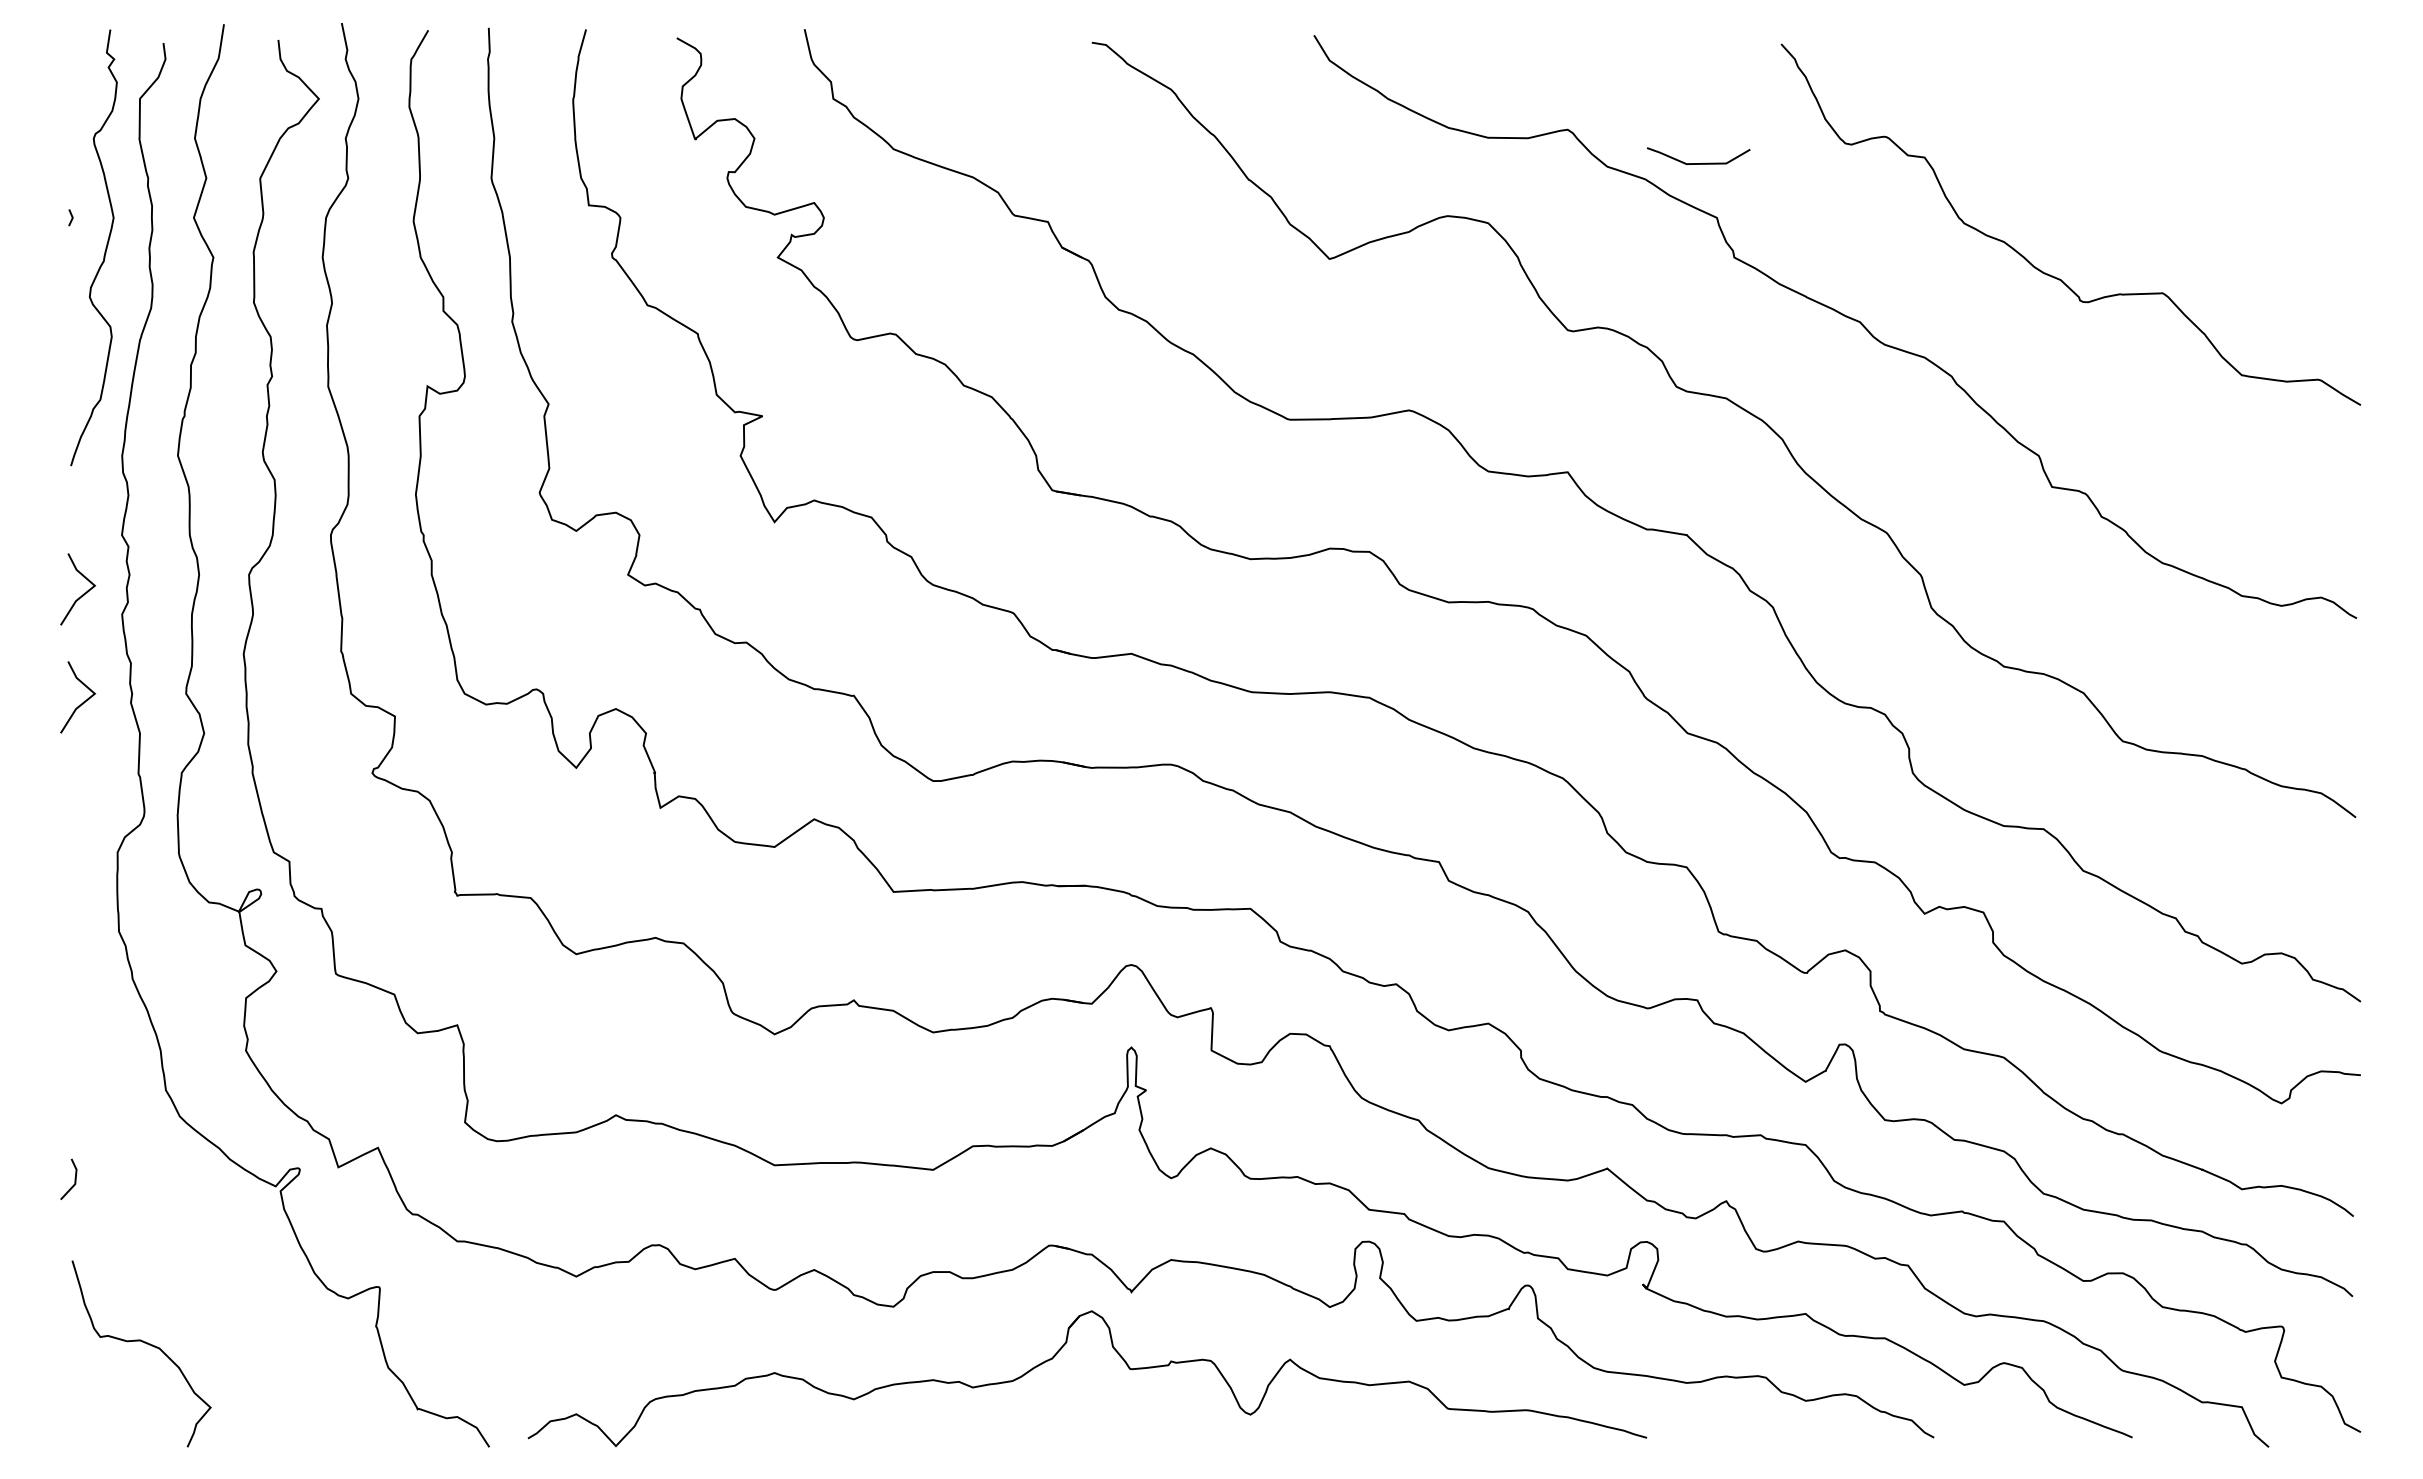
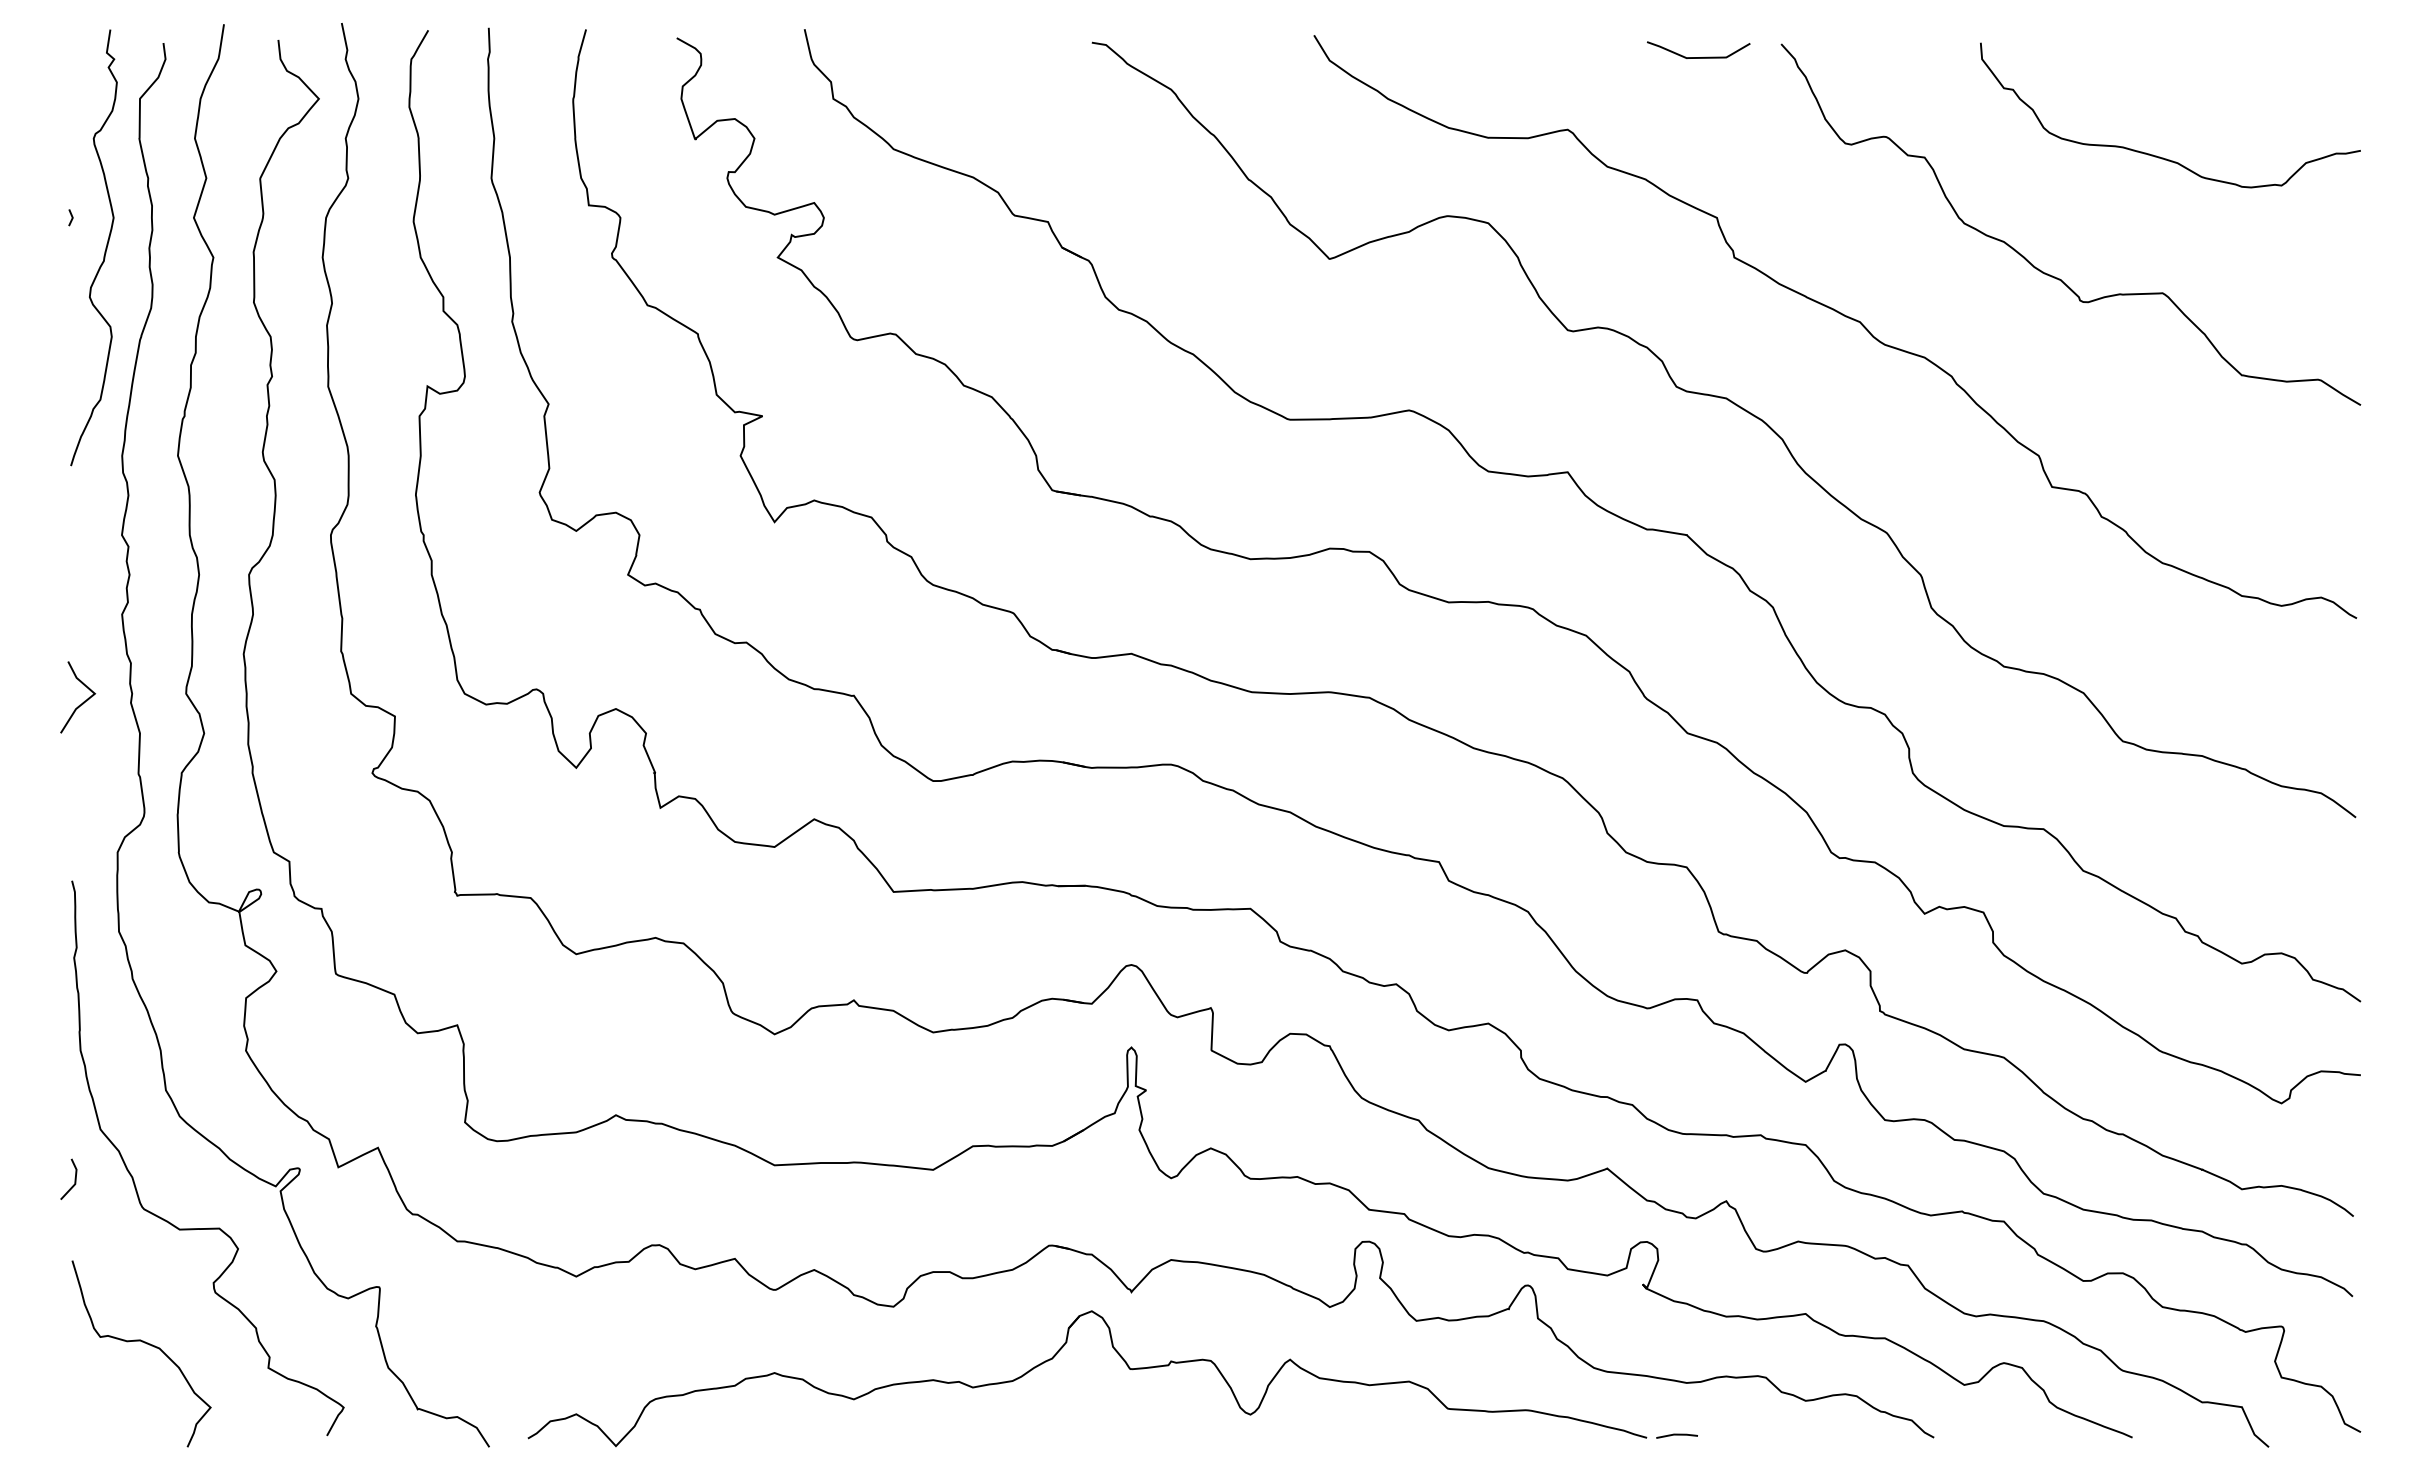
curve at (2160, 156): none -> present
curve at (1698, 163) position: (1698, 163) -> (1698, 57)
line at (83, 593): present -> none
curve at (209, 1227): none -> present
line at (1676, 1435): none -> present
